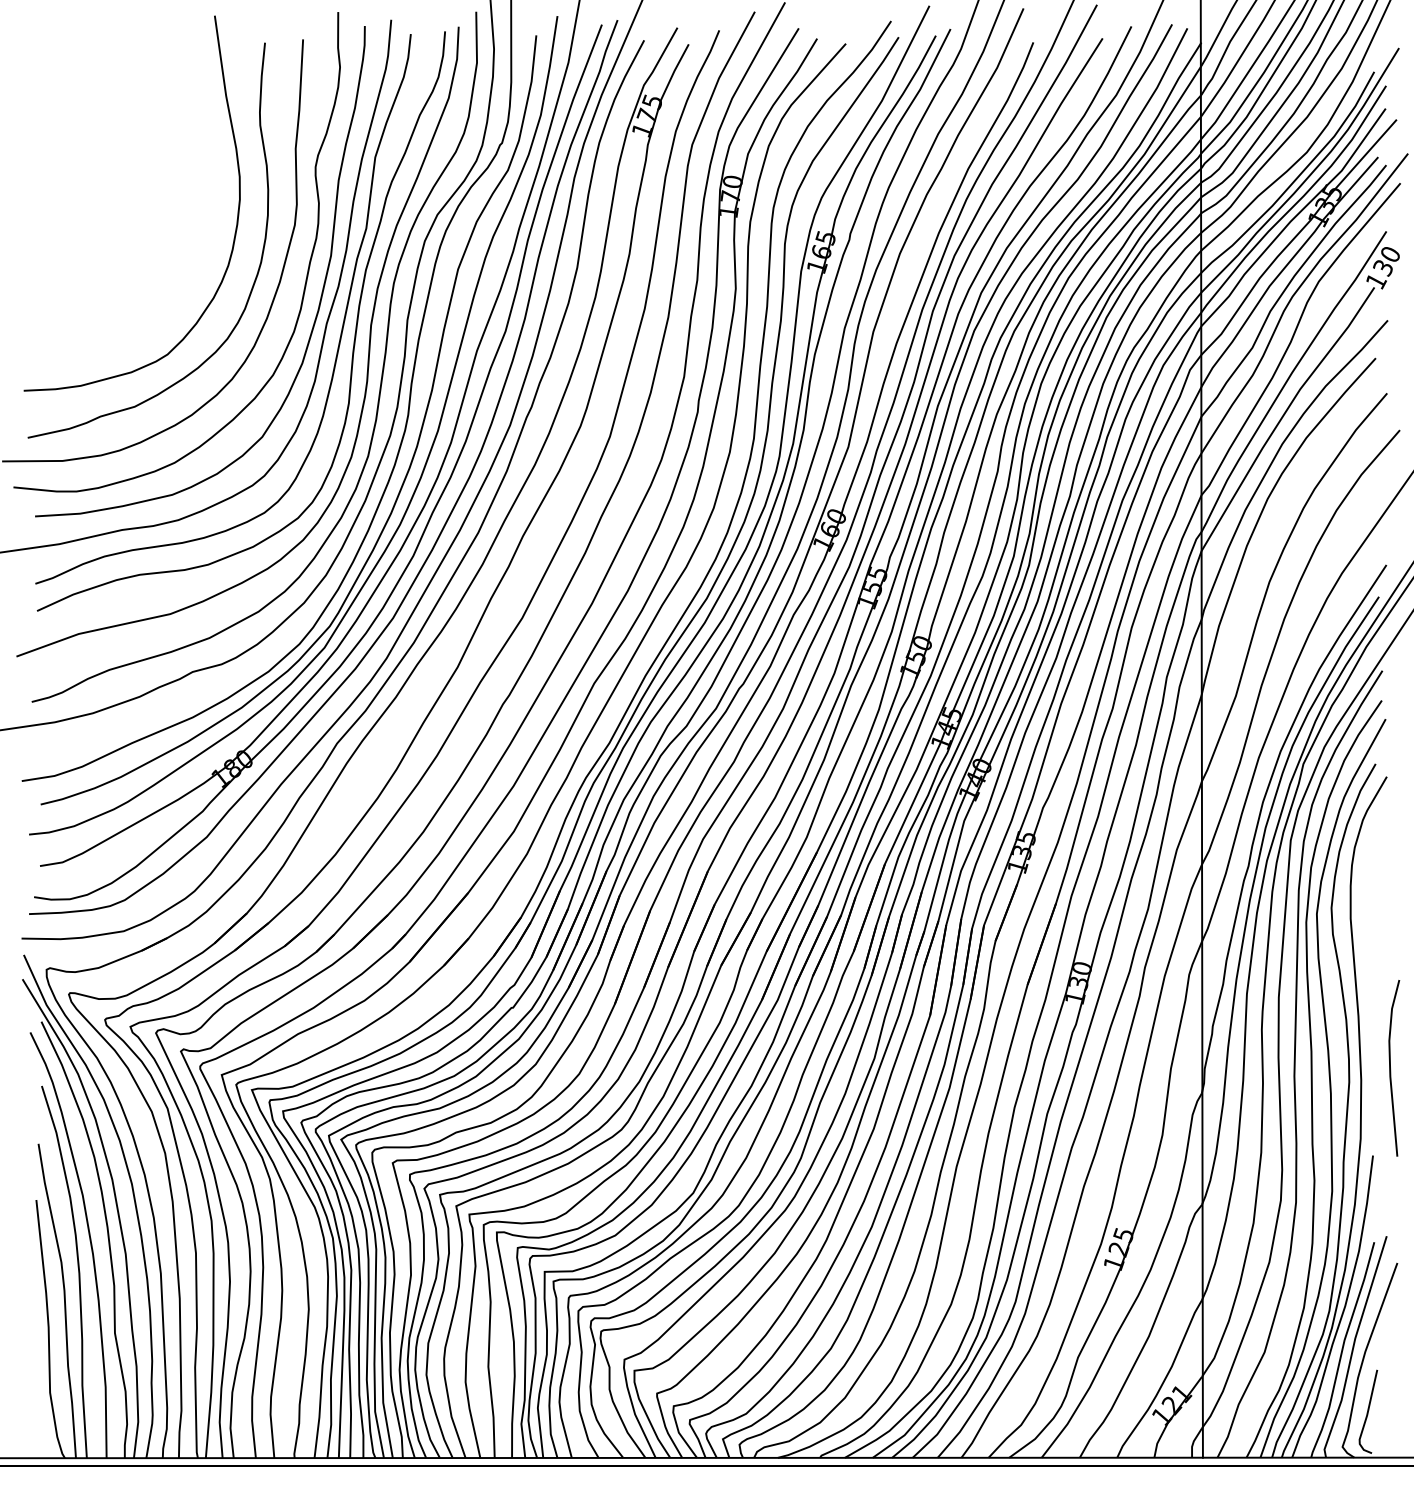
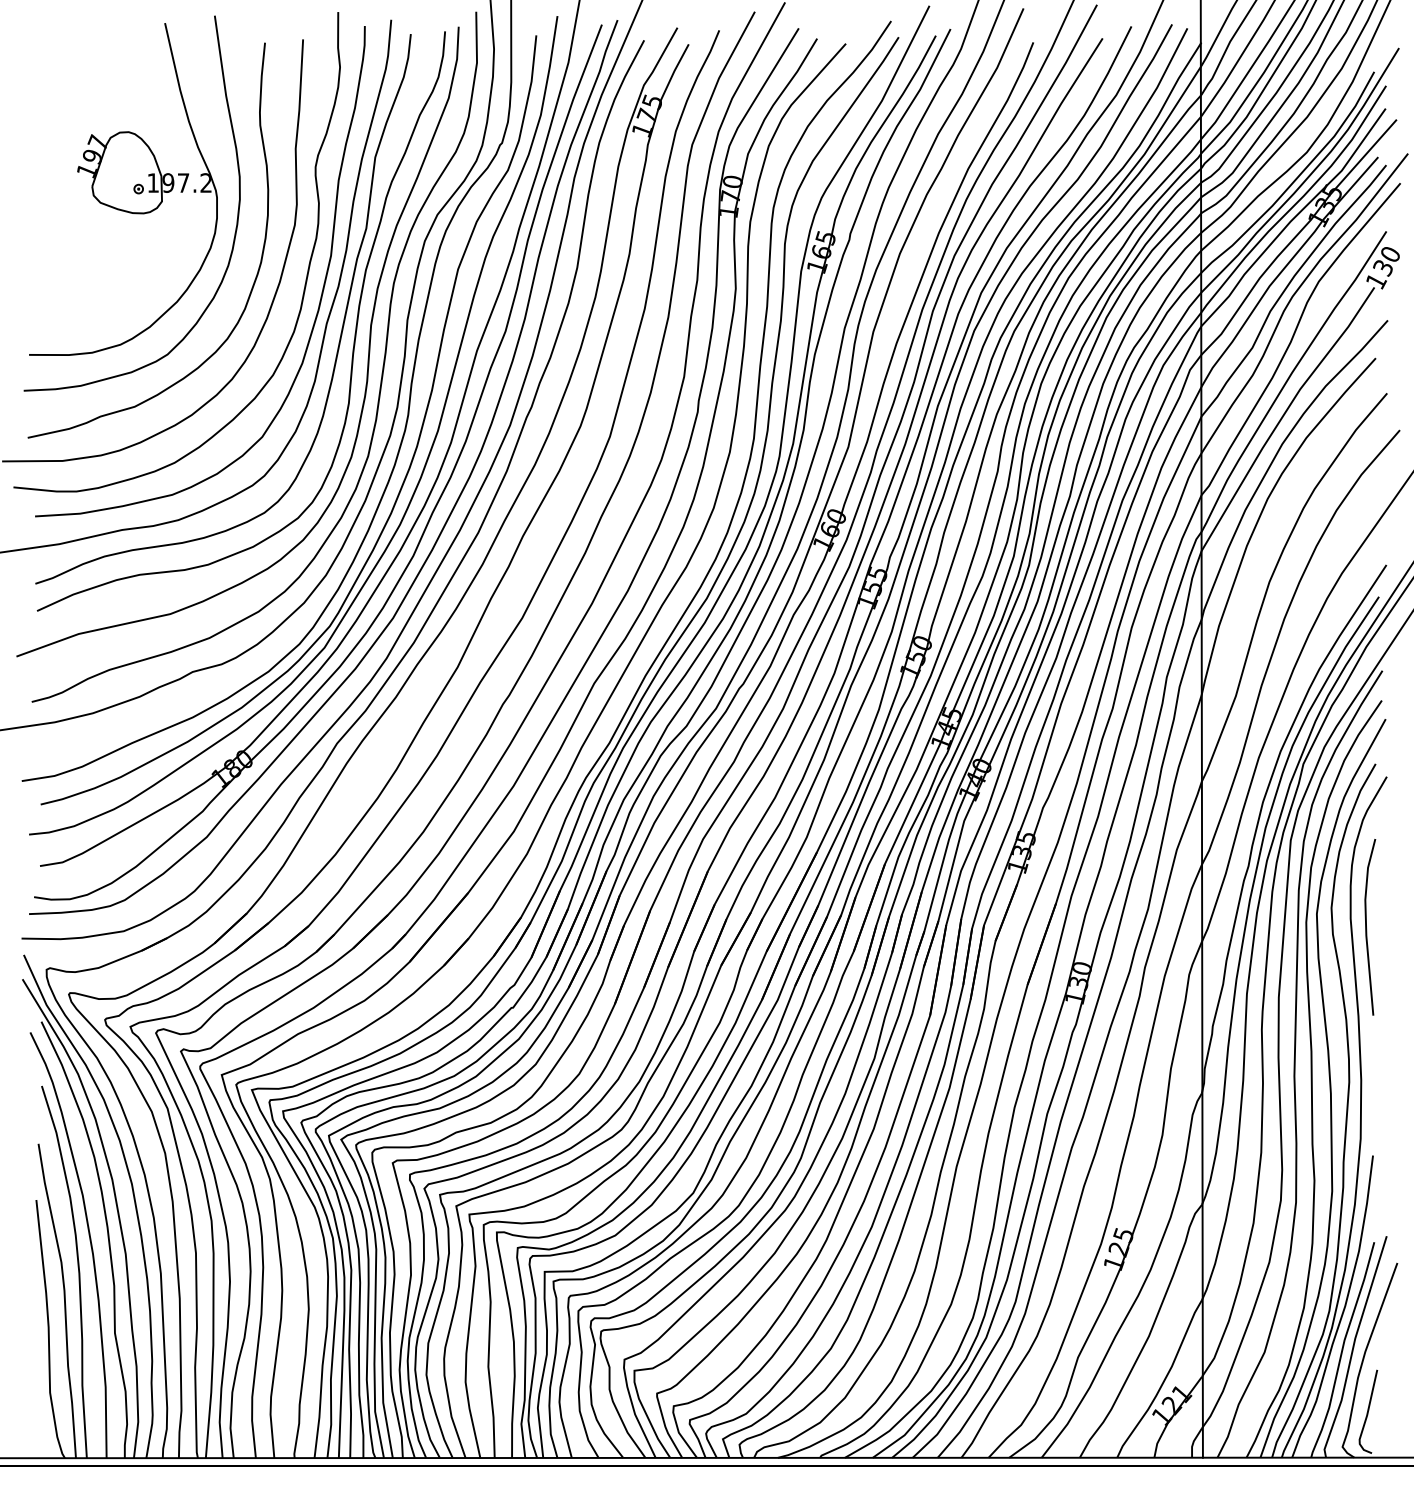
part at (123, 189): none -> present
line at (1391, 1070) position: (1391, 1070) -> (1367, 929)
